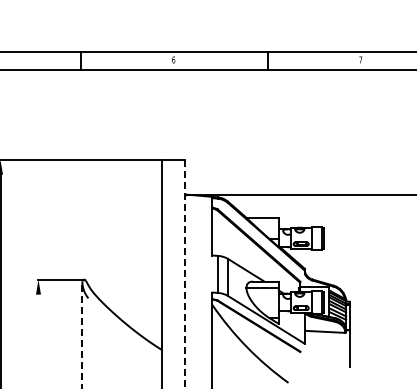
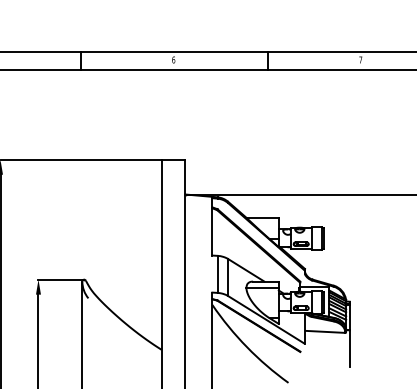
line at (185, 274): dashed -> solid
line at (82, 334): dashed -> solid
line at (38, 339): none -> present
